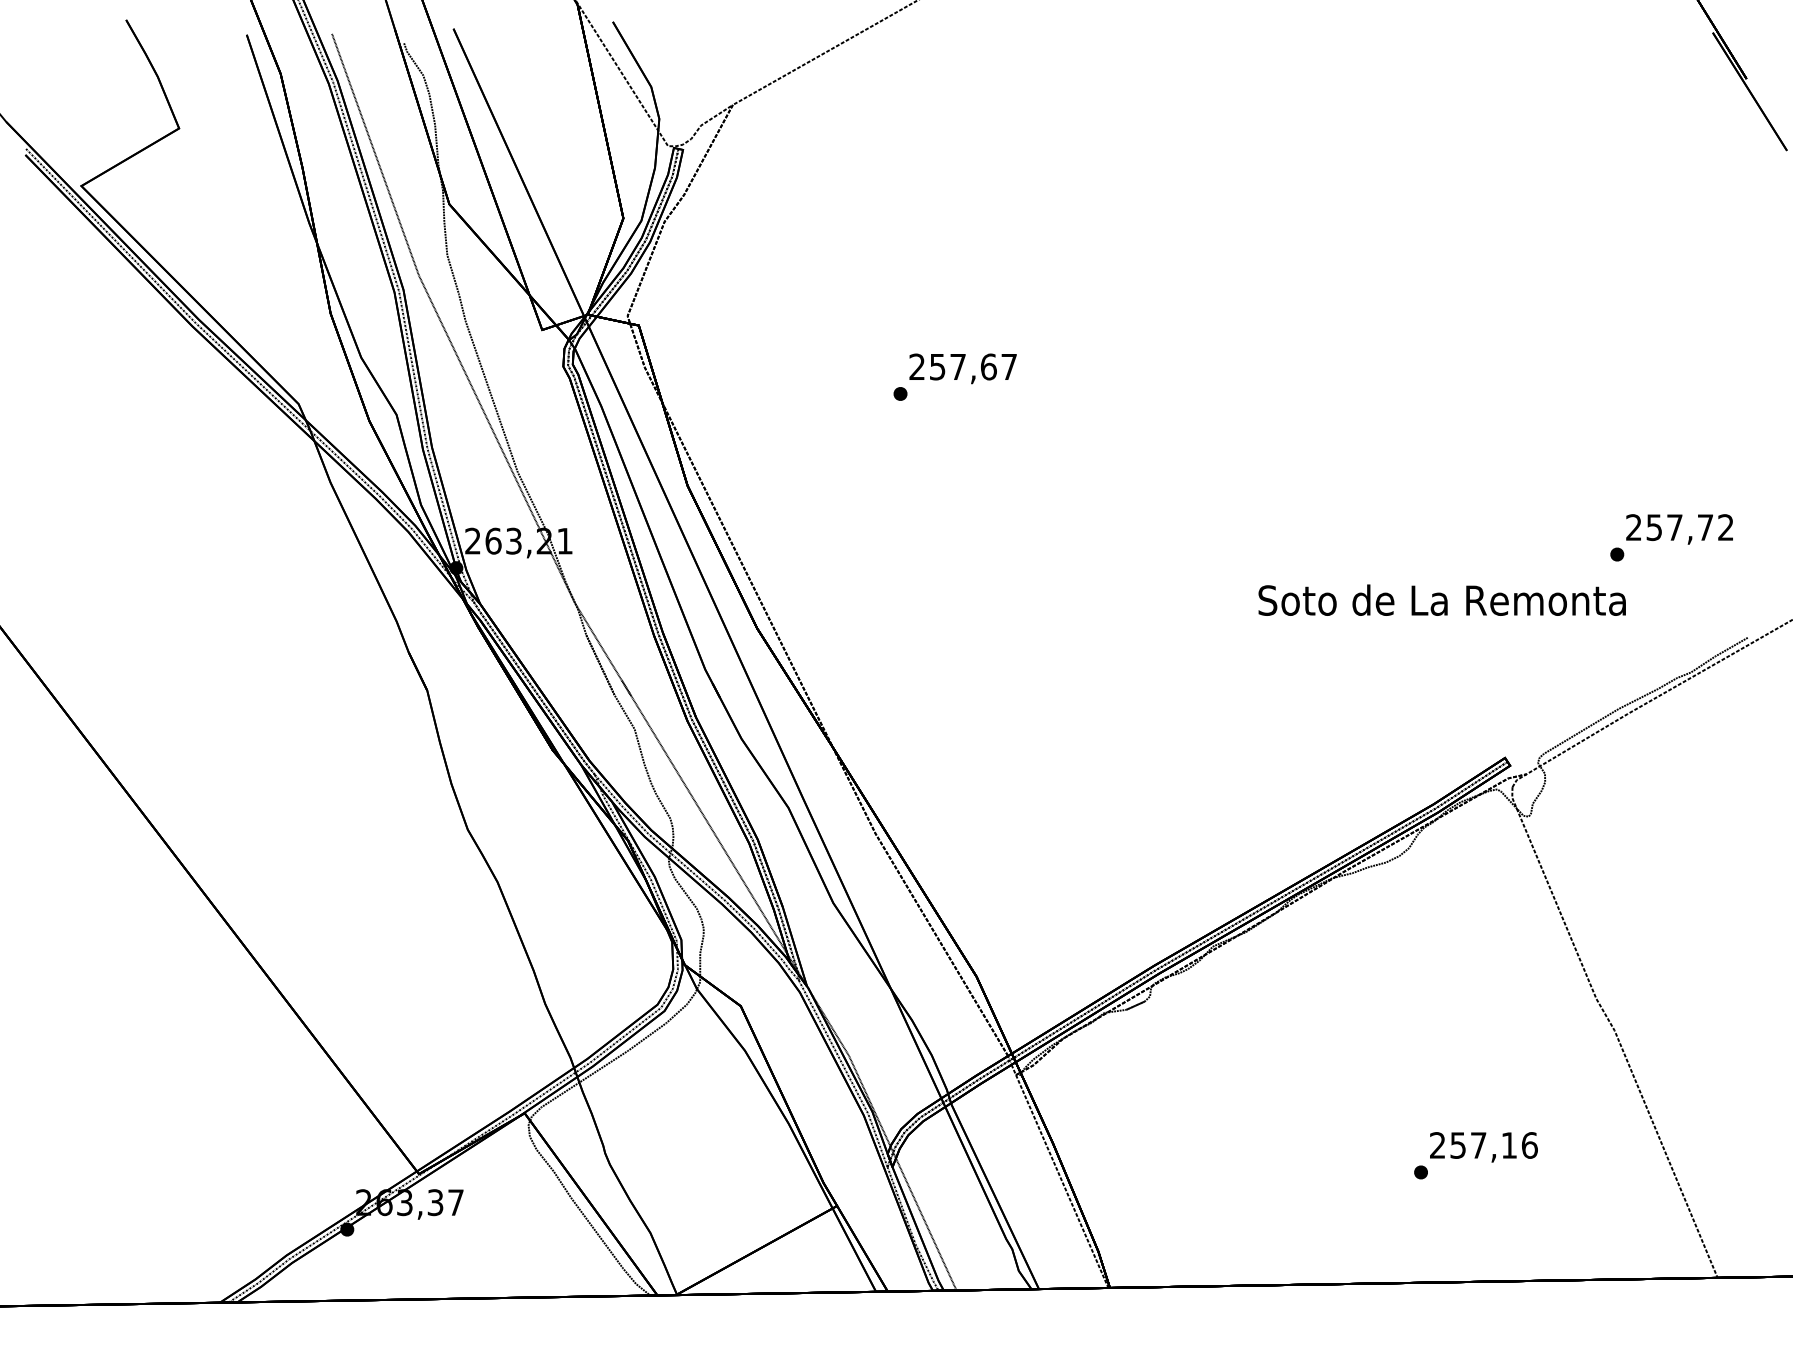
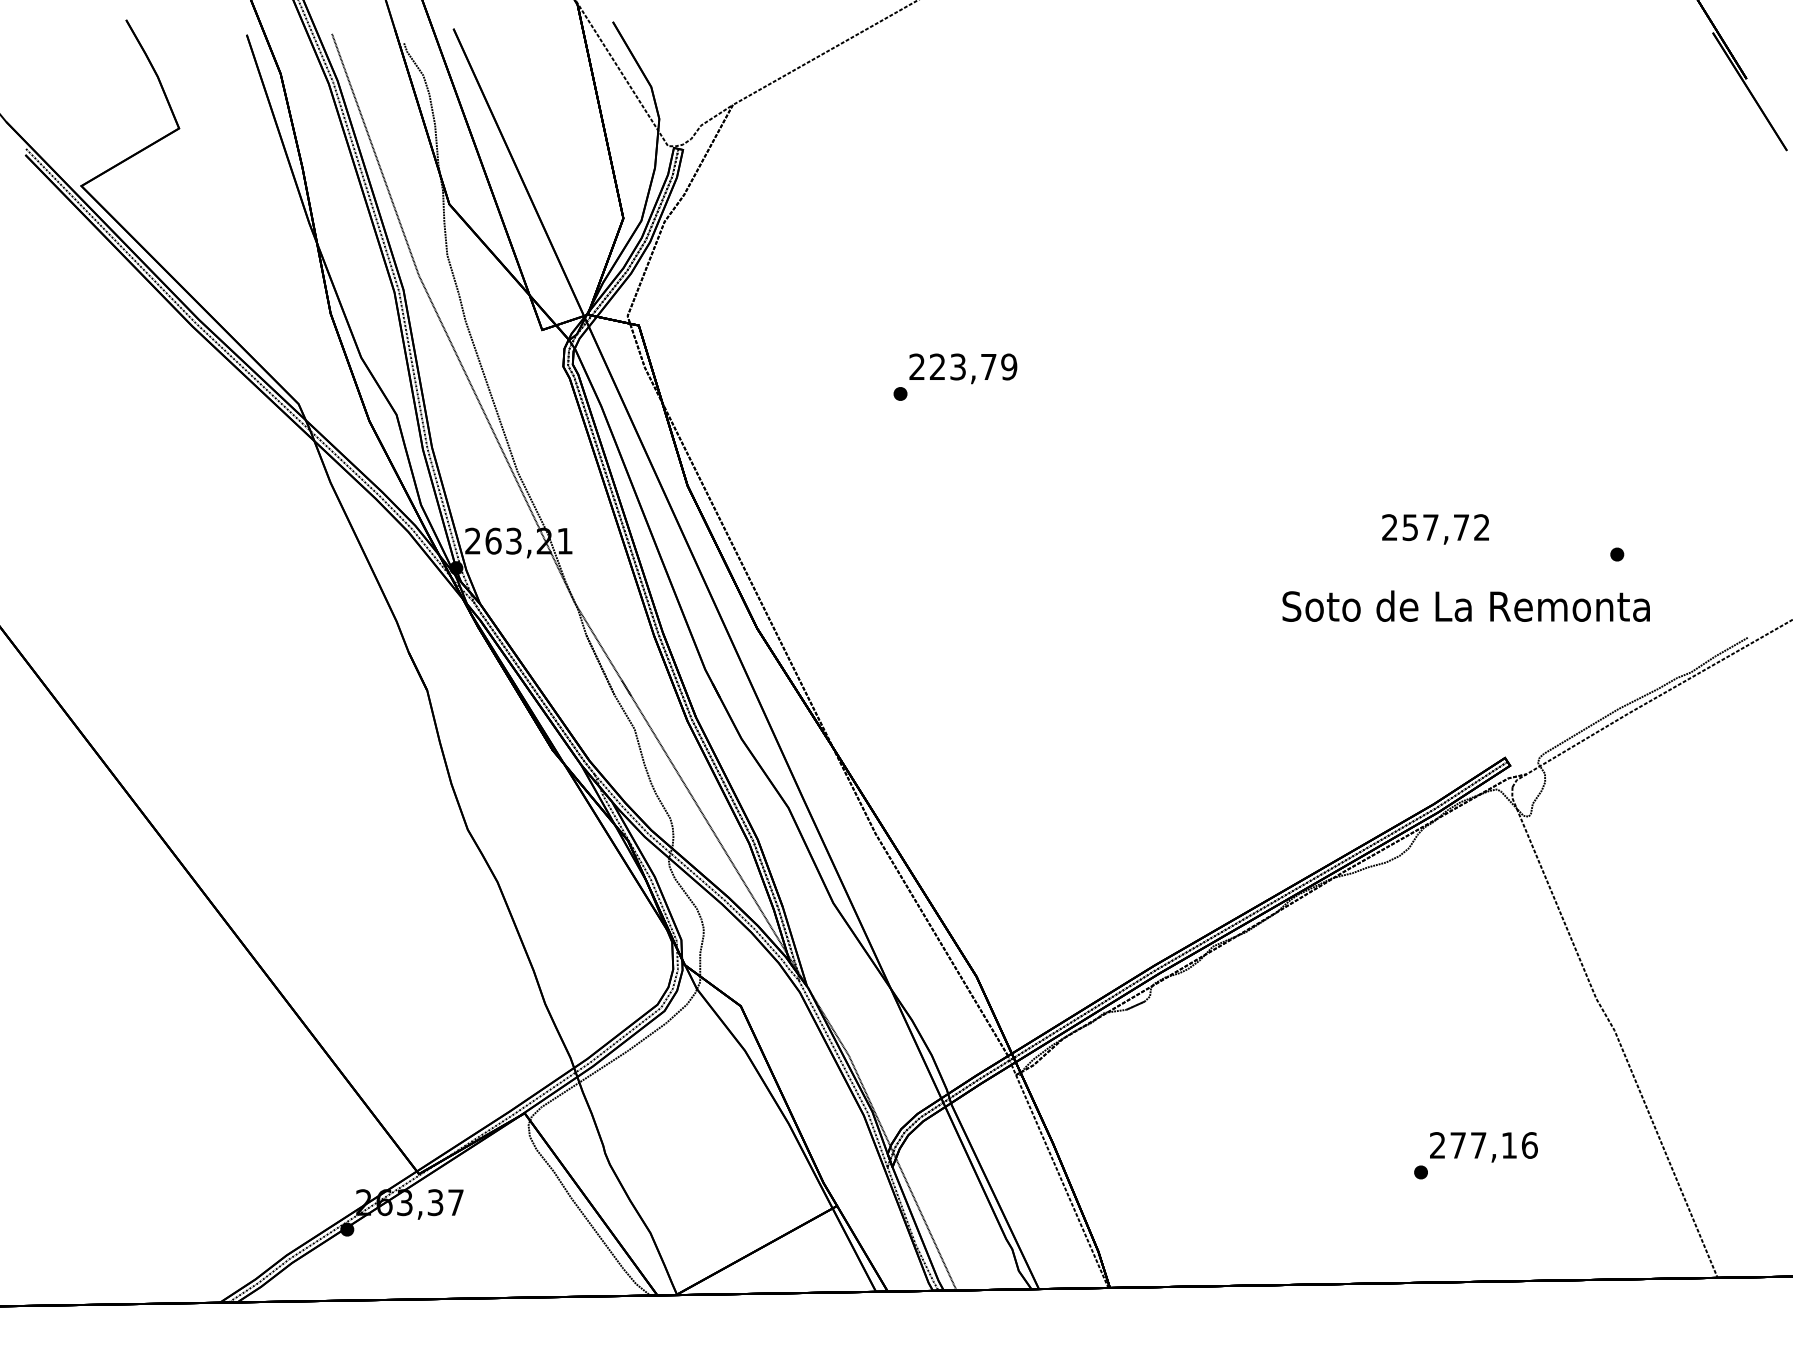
text at (973, 366): 257,67 -> 223,79
text at (1679, 529) position: (1679, 529) -> (1435, 529)
text at (1441, 599) position: (1441, 599) -> (1465, 605)
text at (1457, 1145): 257,16 -> 277,16
